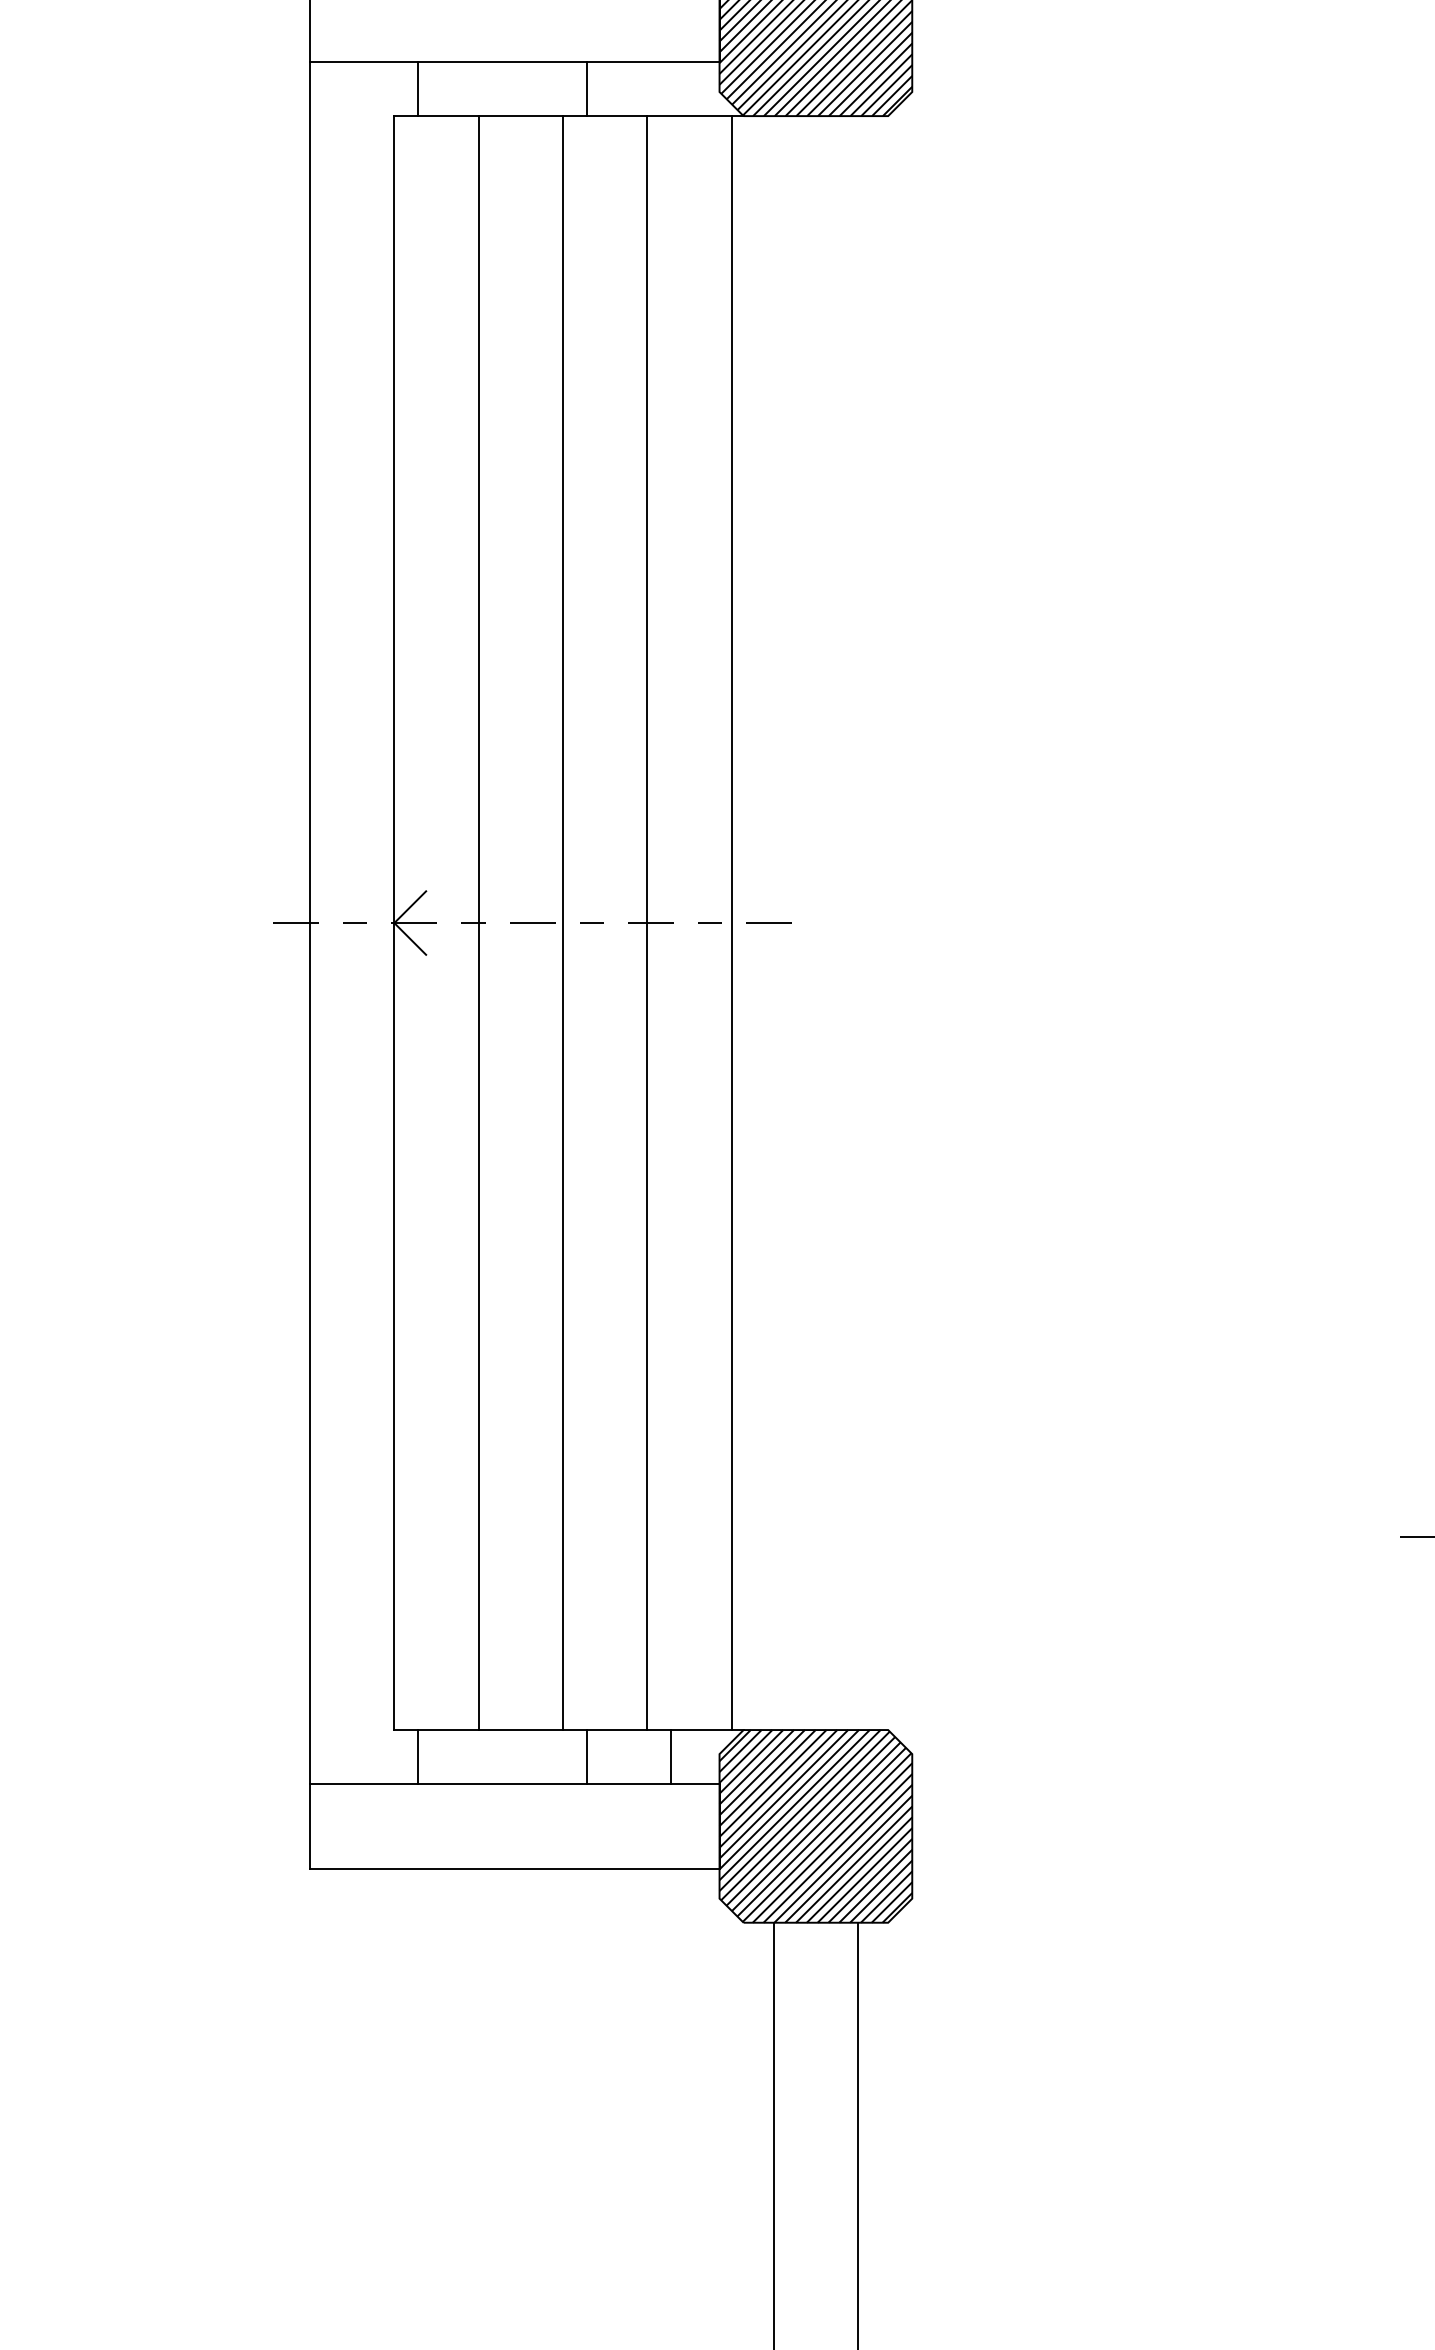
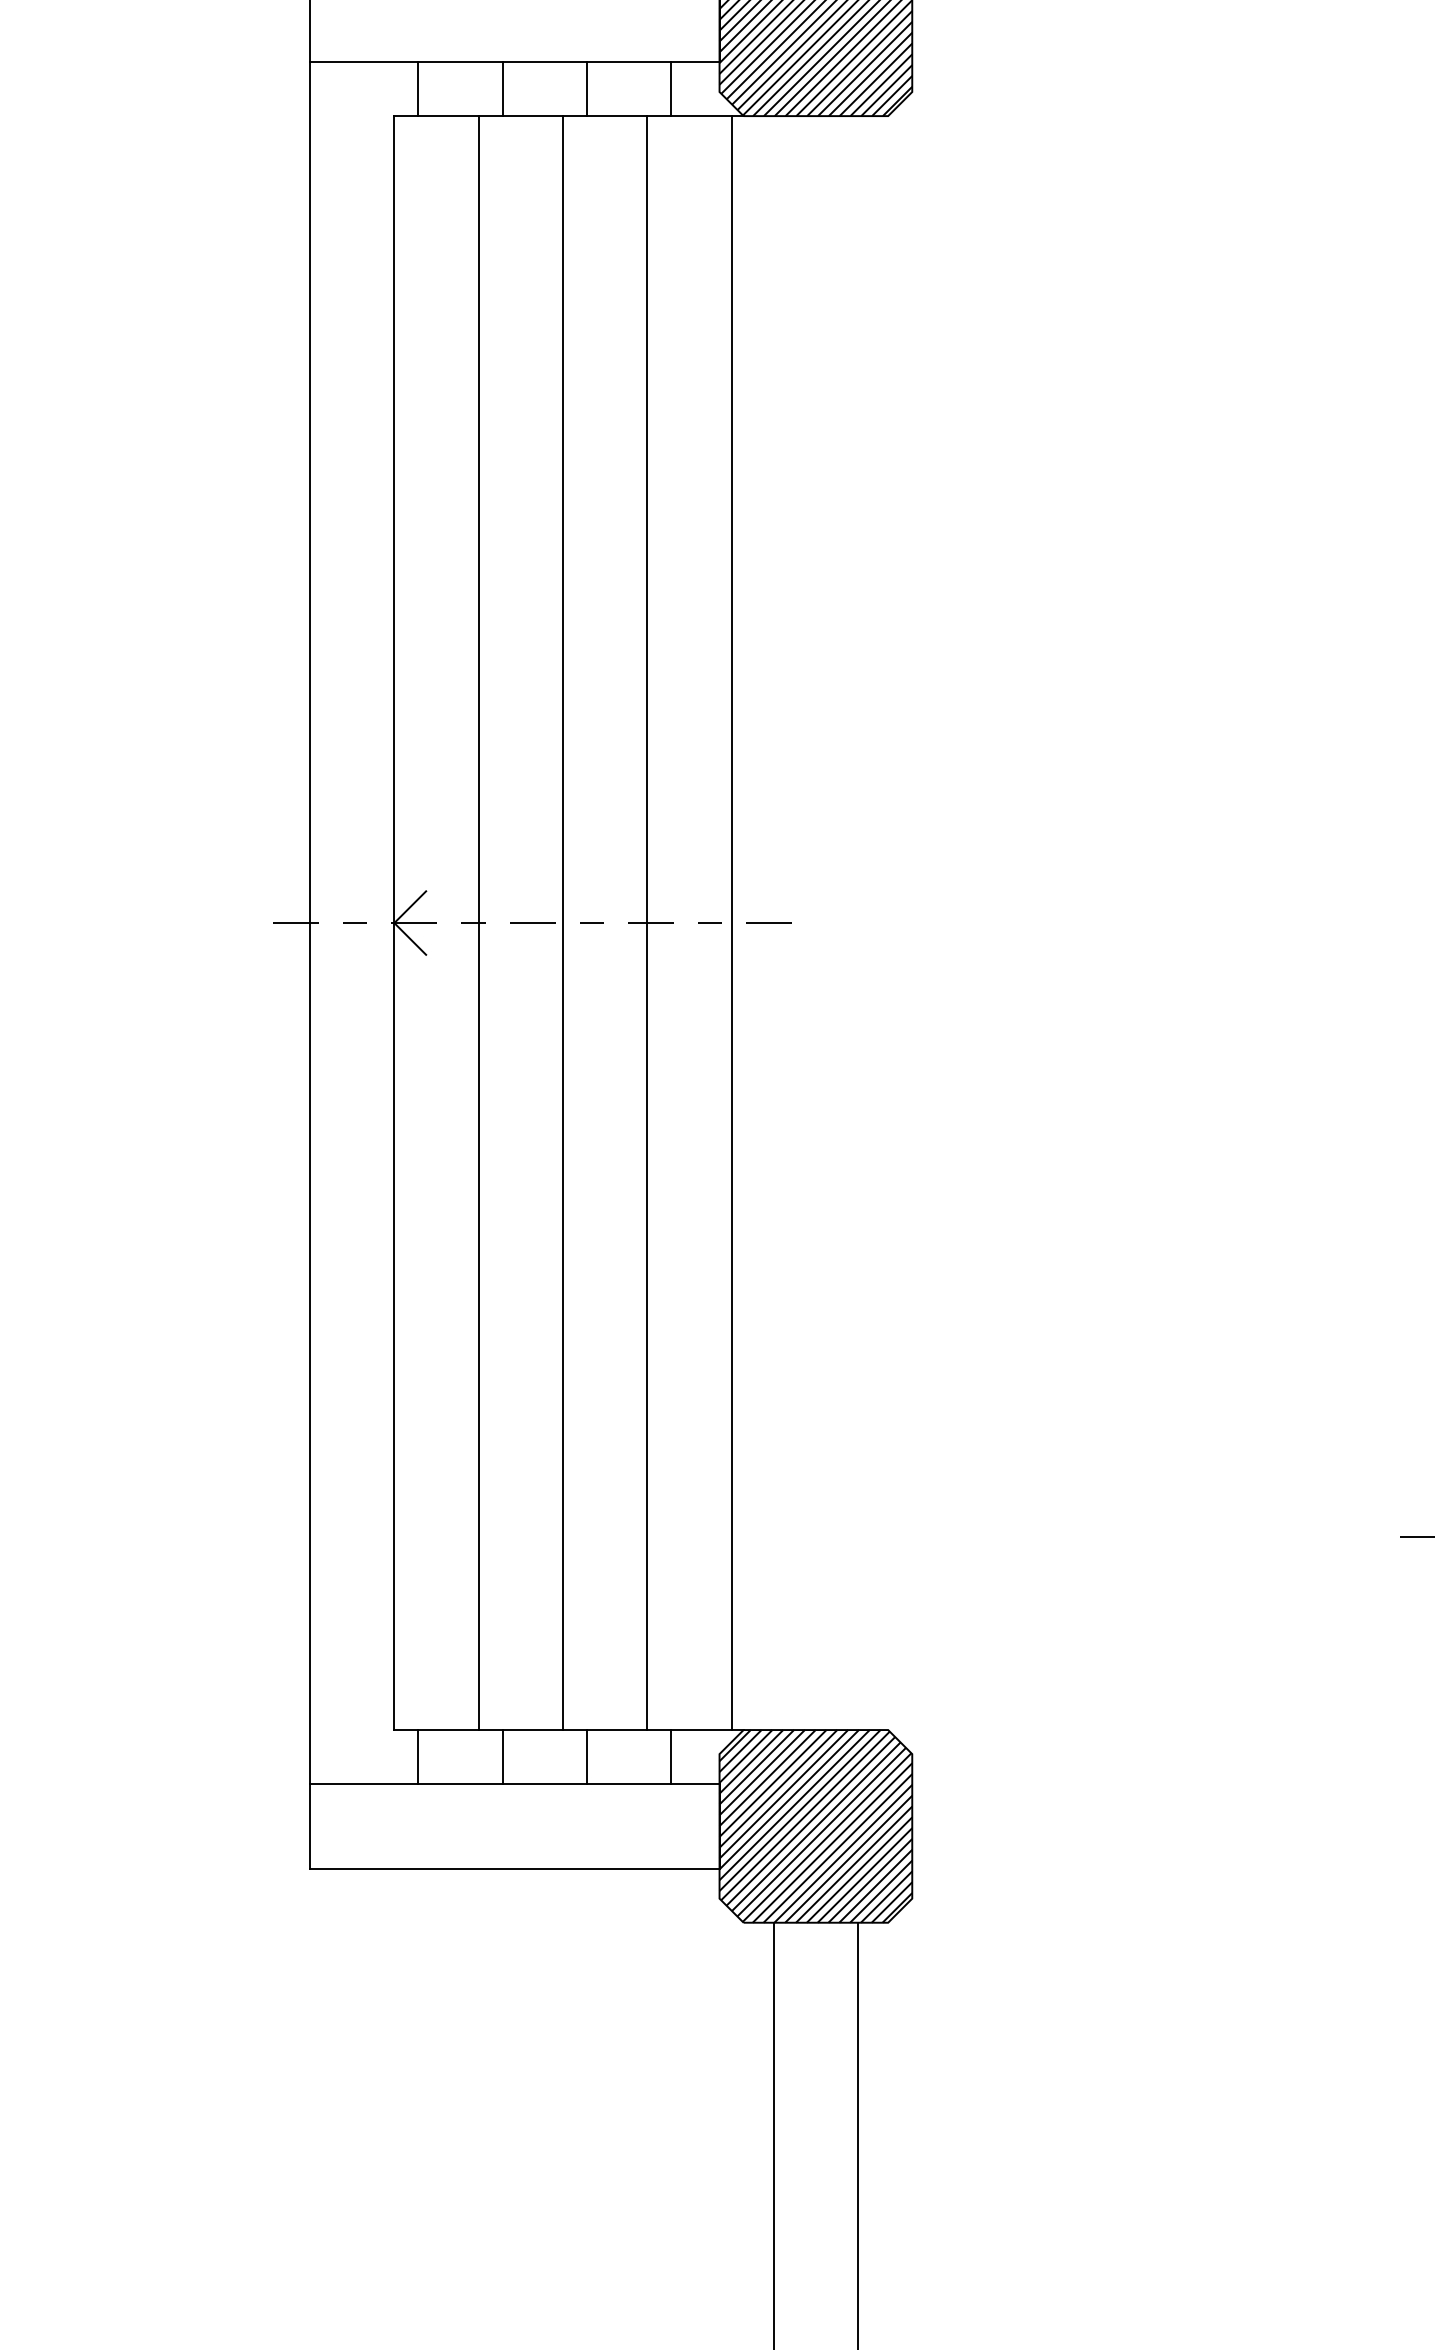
line at (502, 88): none -> present
line at (671, 88): none -> present
line at (502, 1757): none -> present
